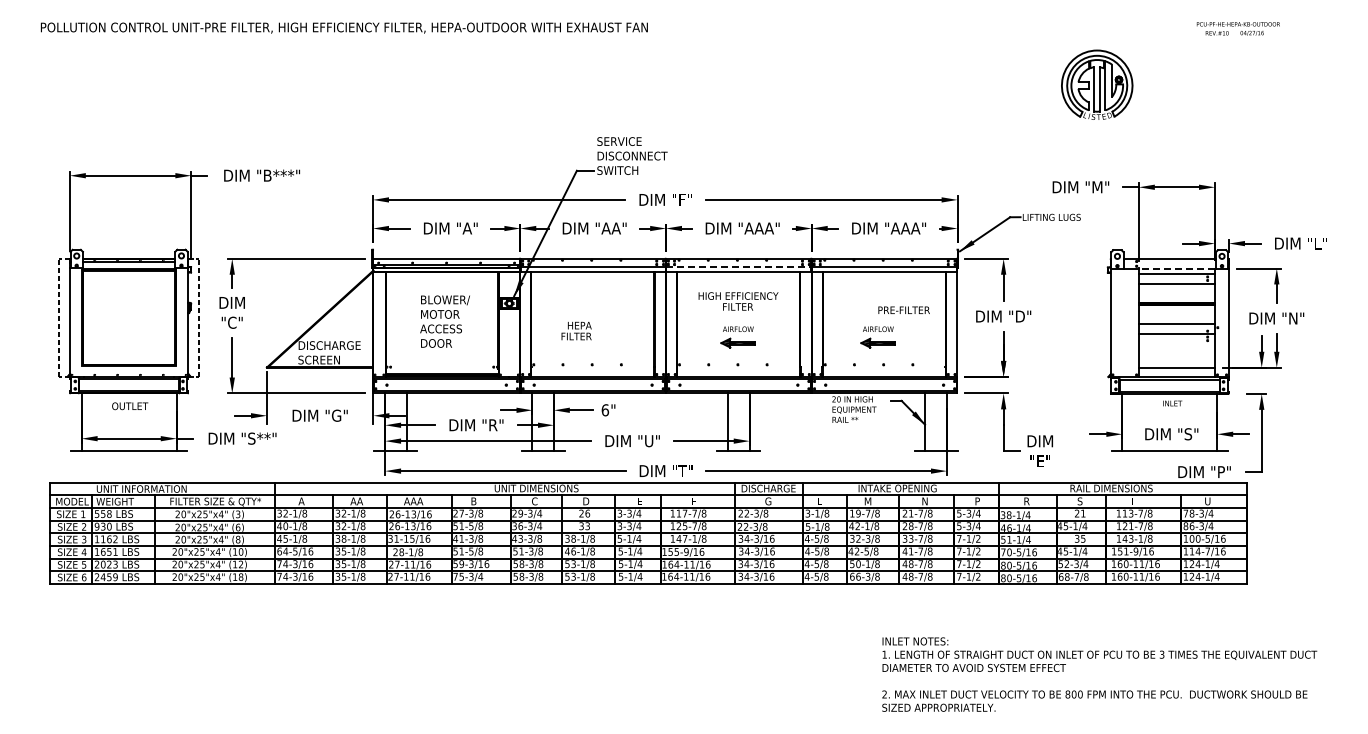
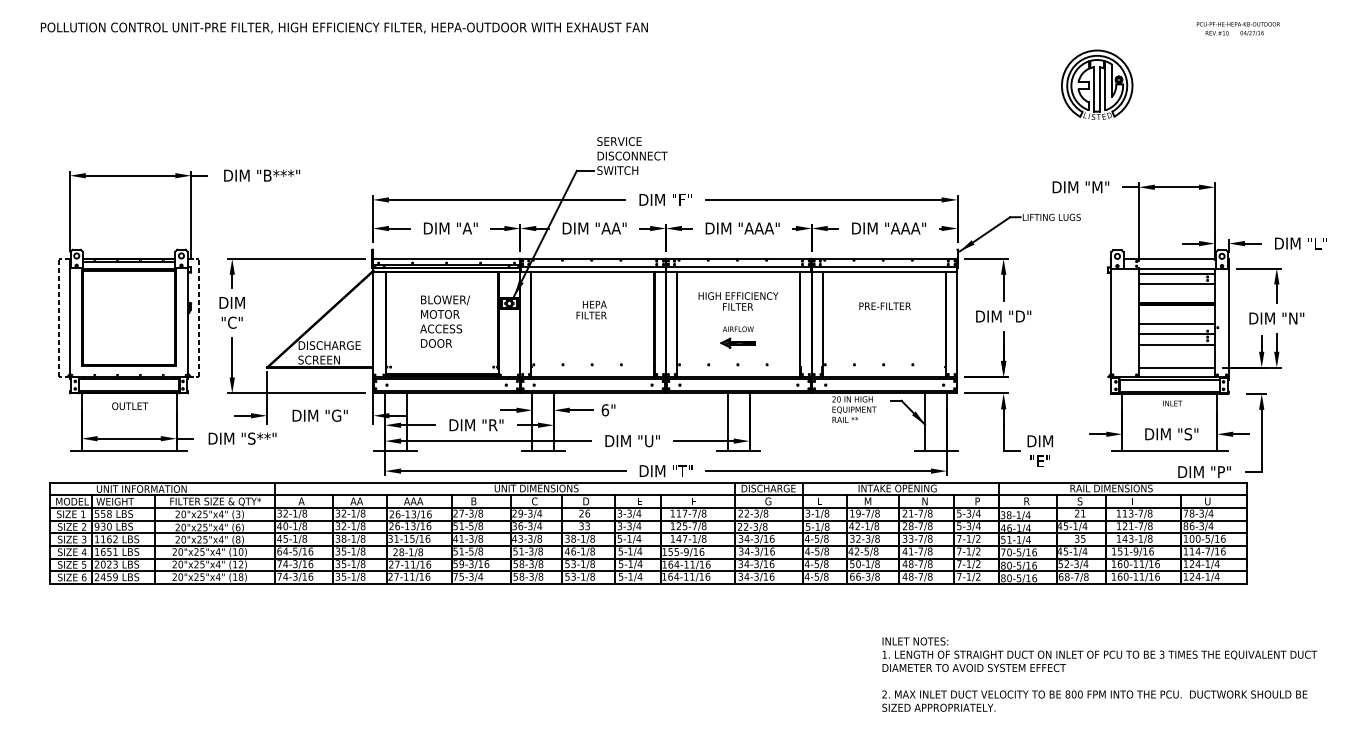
line at (738, 267): dashed -> solid
line at (1176, 268): dashed -> solid
text at (903, 309) position: (903, 309) -> (884, 305)
text at (576, 330) position: (576, 330) -> (591, 309)
part at (877, 337): present -> none
line at (1176, 344): none -> present
